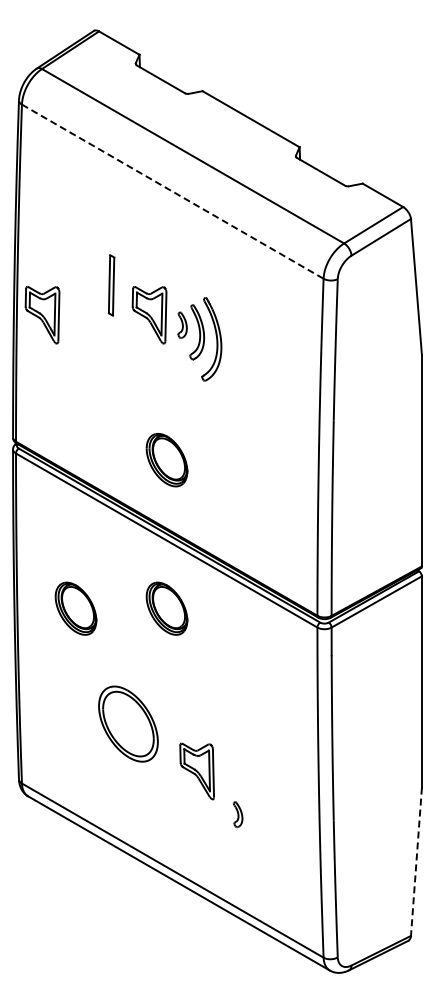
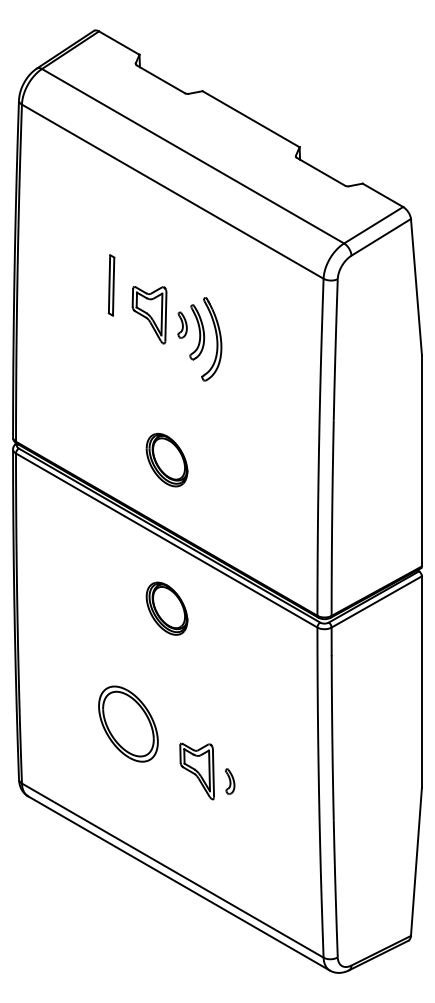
line at (173, 191): dashed -> solid
part at (42, 315): present -> none
part at (75, 608): present -> none
part at (238, 814) position: (238, 814) -> (230, 781)
line at (416, 862): dashed -> solid
